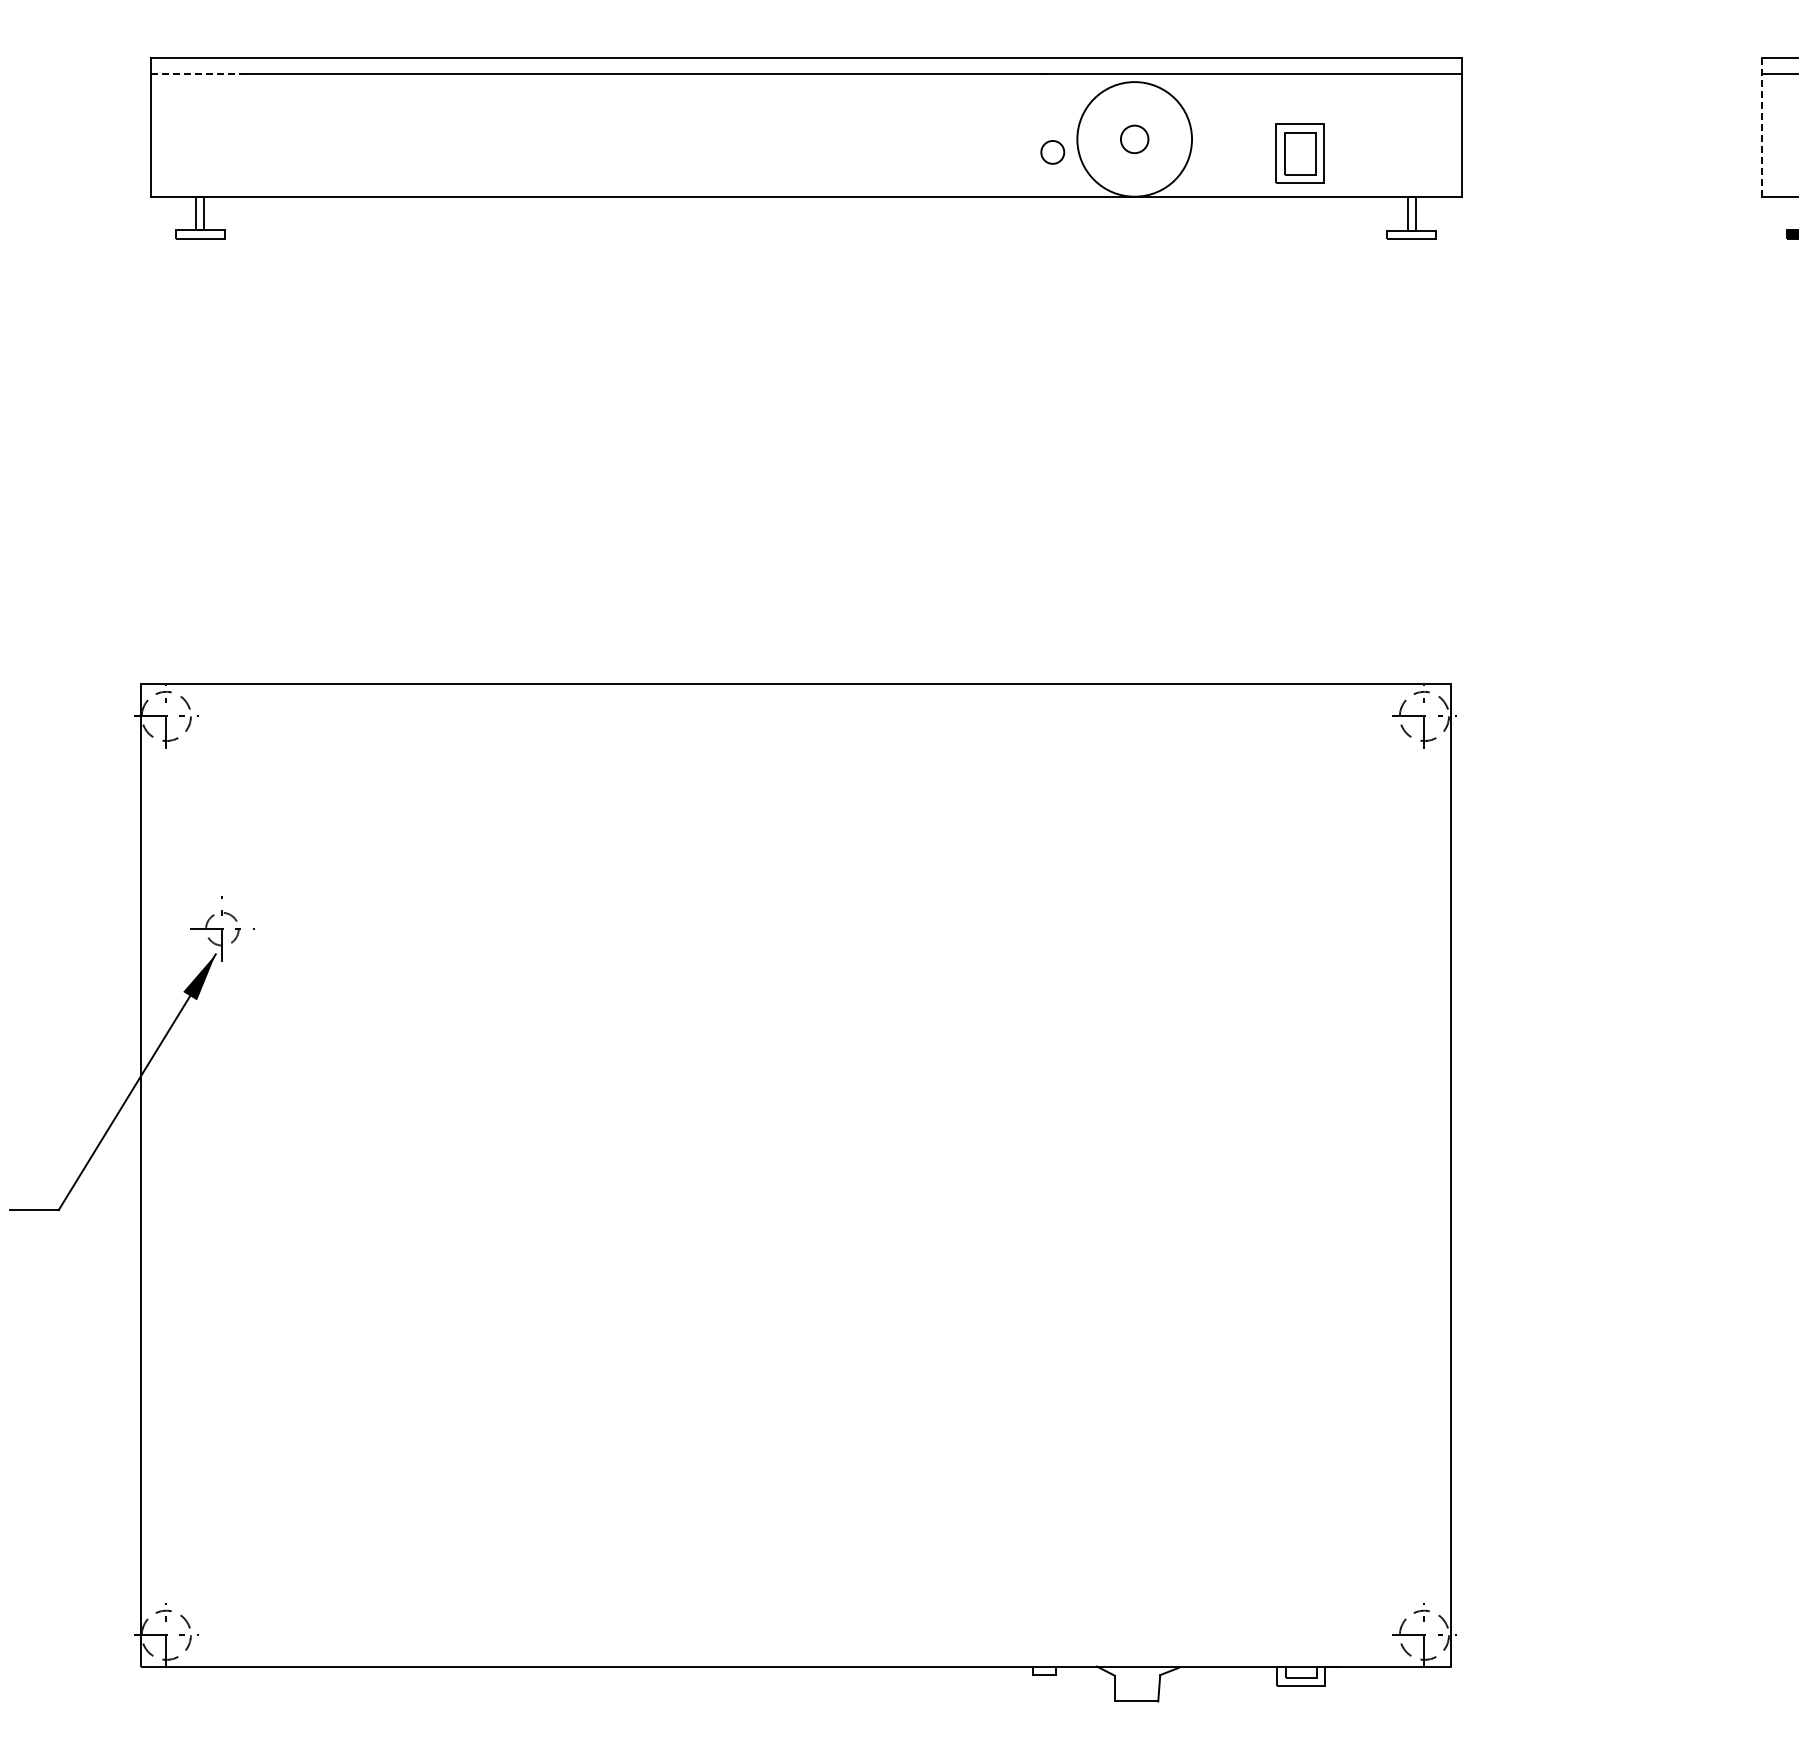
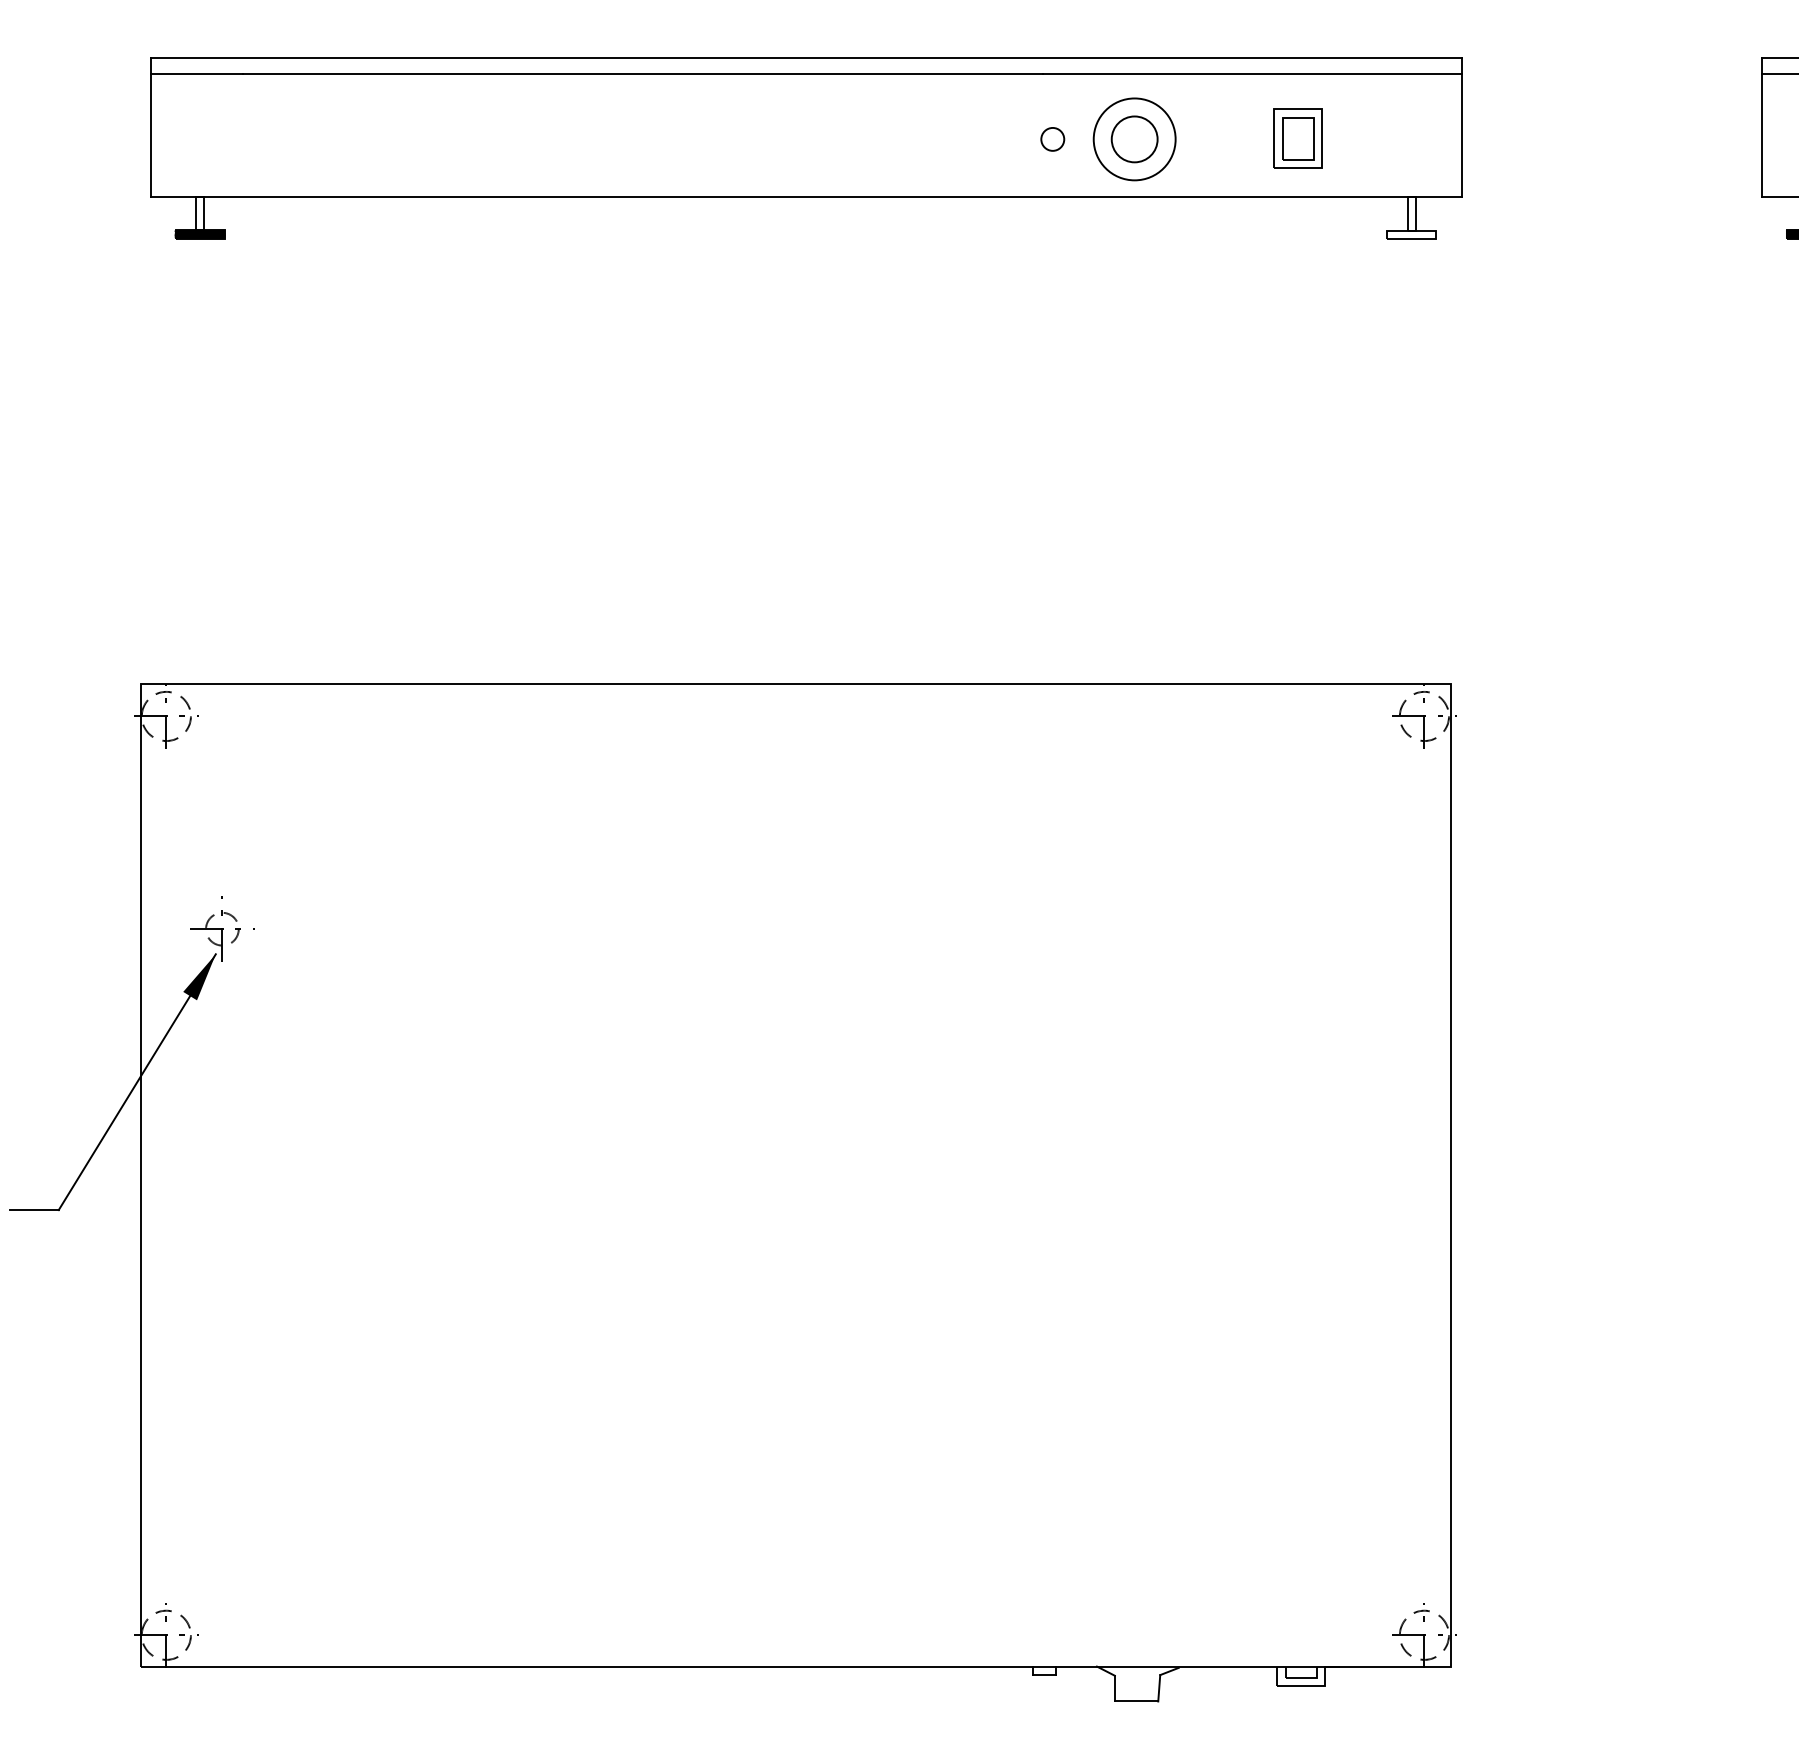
line at (197, 73): dashed -> solid
line at (1761, 127): dashed -> solid
circle at (1134, 139) diameter: 115 px -> 82 px
circle at (1134, 139) diameter: 28 px -> 46 px
circle at (1052, 152) position: (1052, 152) -> (1052, 139)
part at (1299, 153) position: (1299, 153) -> (1297, 138)
hatch at (199, 234): none -> present
